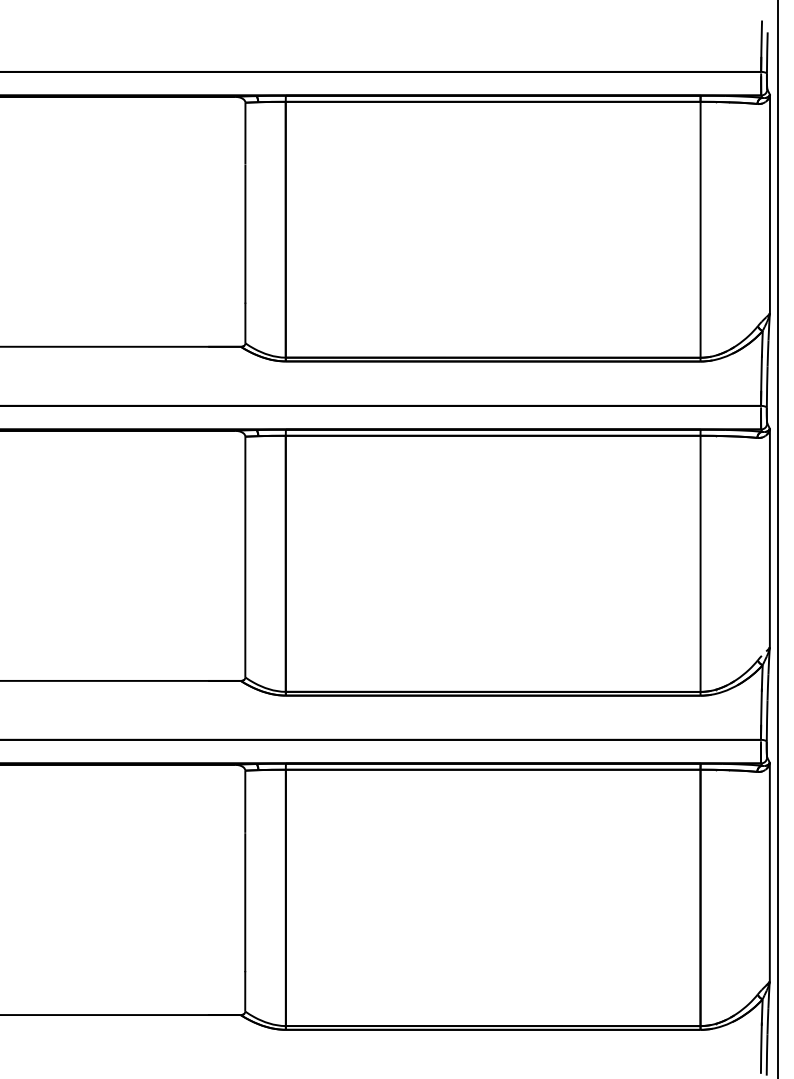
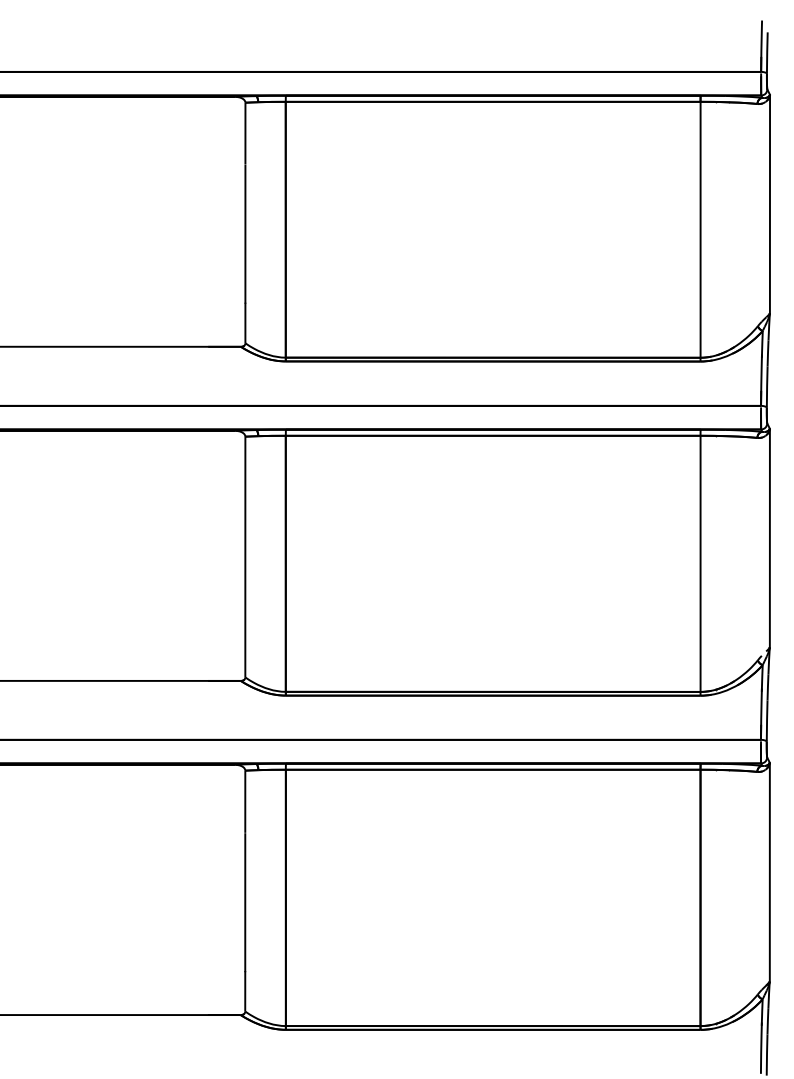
line at (777, 538): present -> none
